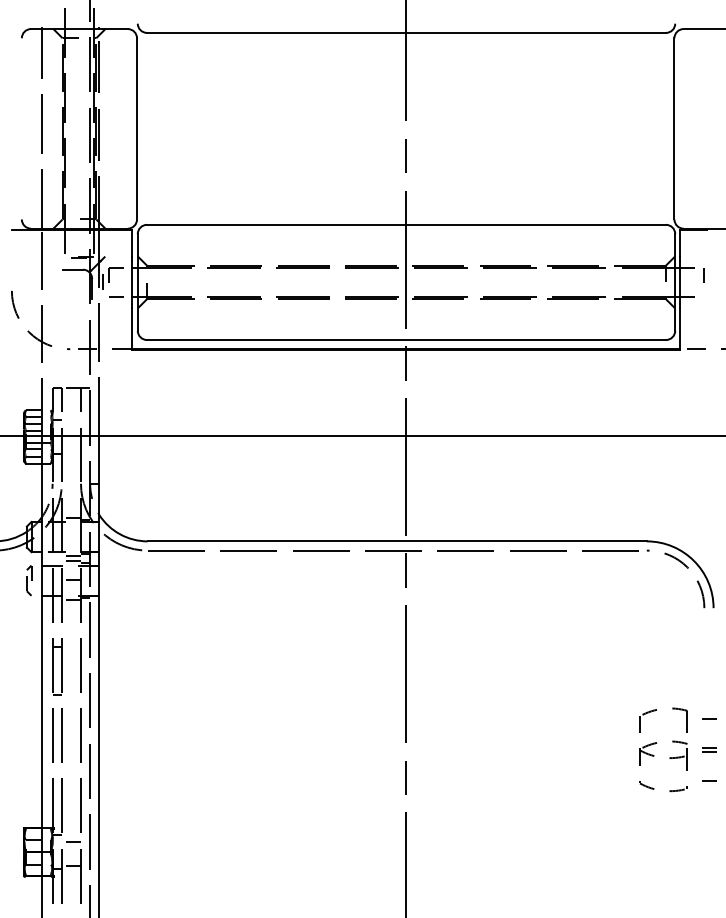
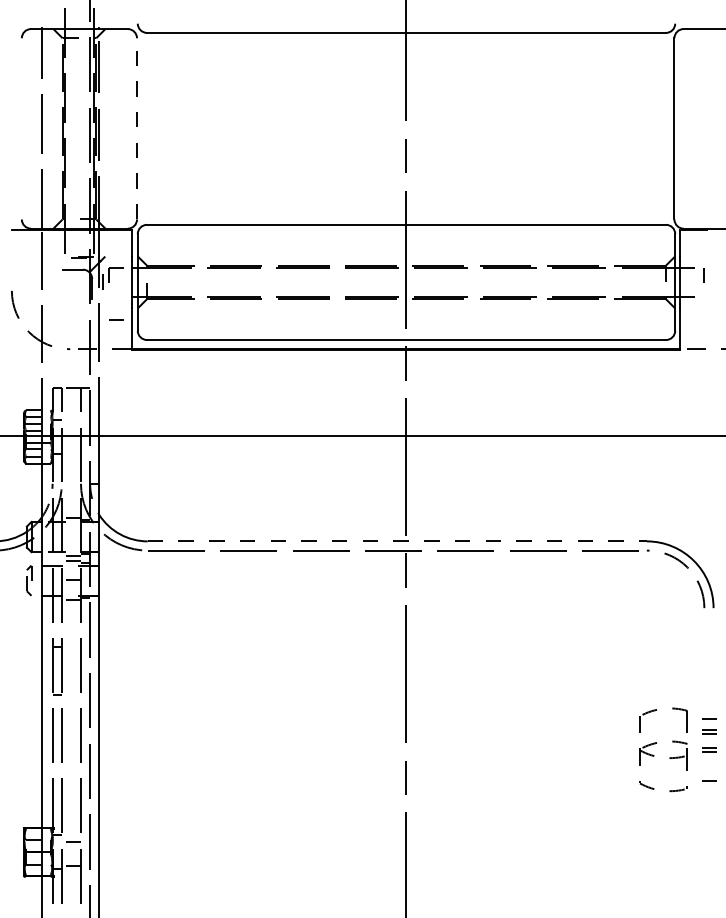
line at (137, 128): solid -> dashed
line at (116, 296) position: (116, 296) -> (116, 319)
line at (397, 541): solid -> dashed
part at (709, 731): none -> present
